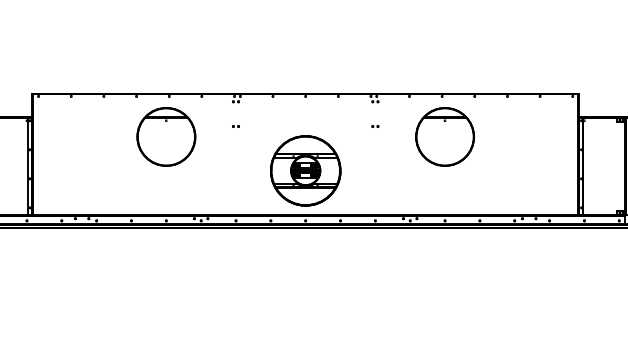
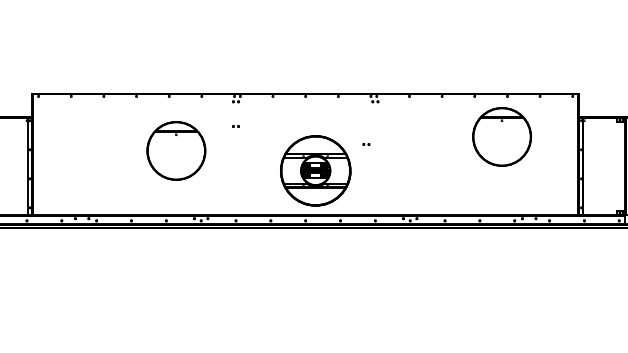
part at (375, 126) position: (375, 126) -> (366, 144)
part at (166, 136) position: (166, 136) -> (176, 150)
part at (444, 136) position: (444, 136) -> (501, 136)
part at (305, 170) position: (305, 170) -> (315, 170)
